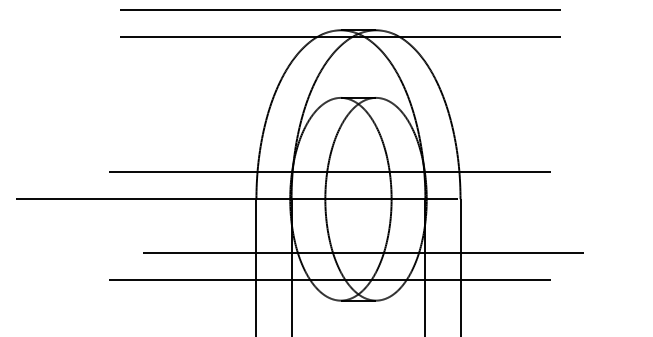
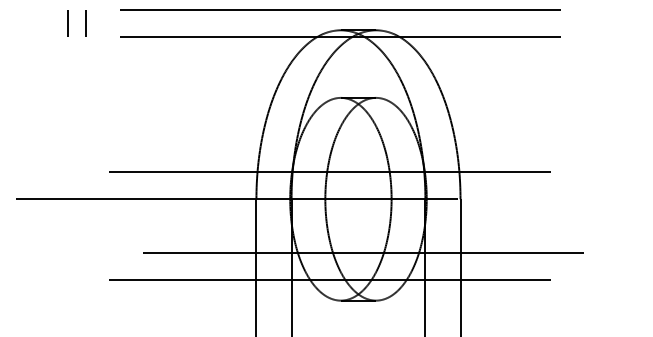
line at (67, 23): none -> present
line at (86, 23): none -> present
